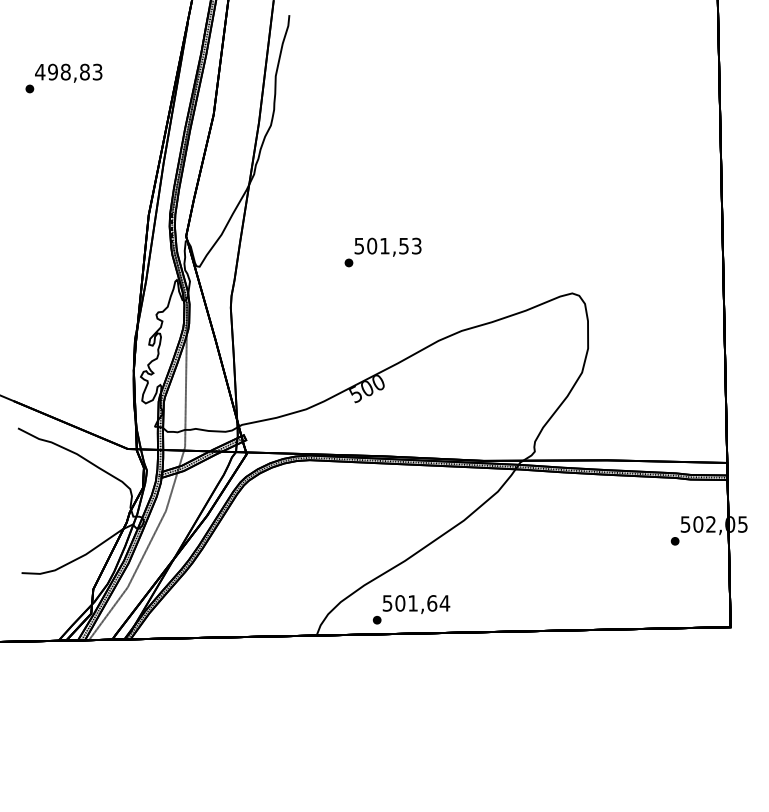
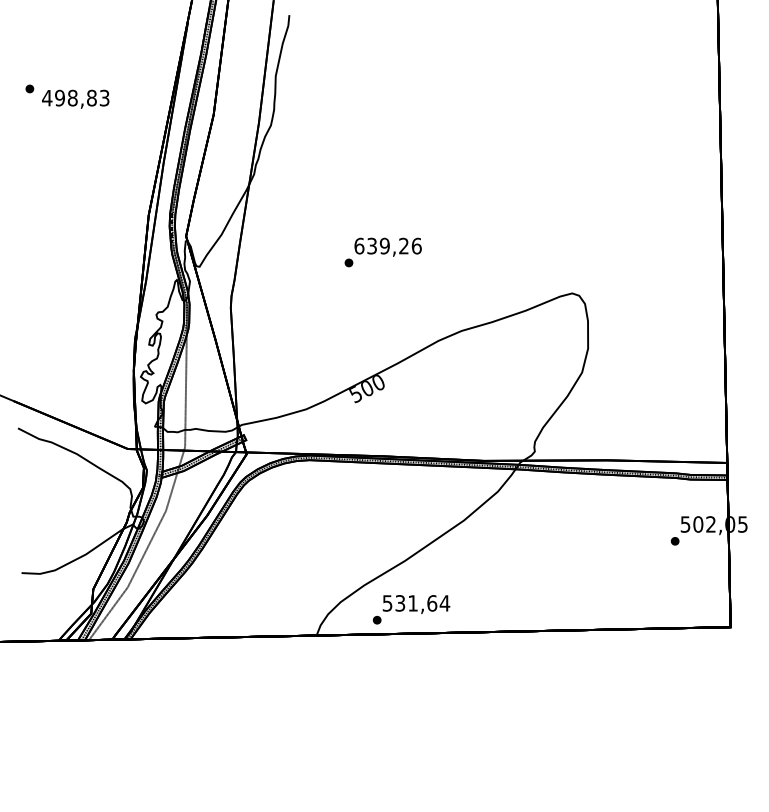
text at (68, 72) position: (68, 72) -> (75, 98)
text at (387, 245): 501,53 -> 639,26
text at (400, 603): 501,64 -> 531,64
